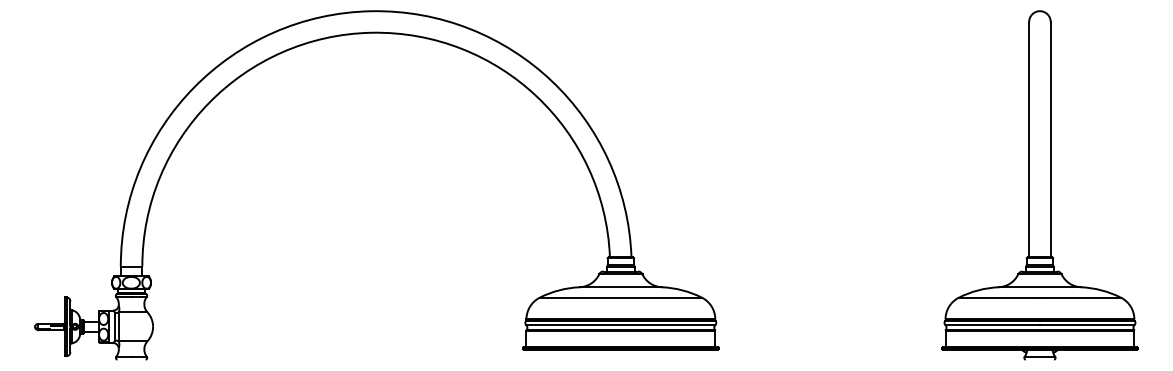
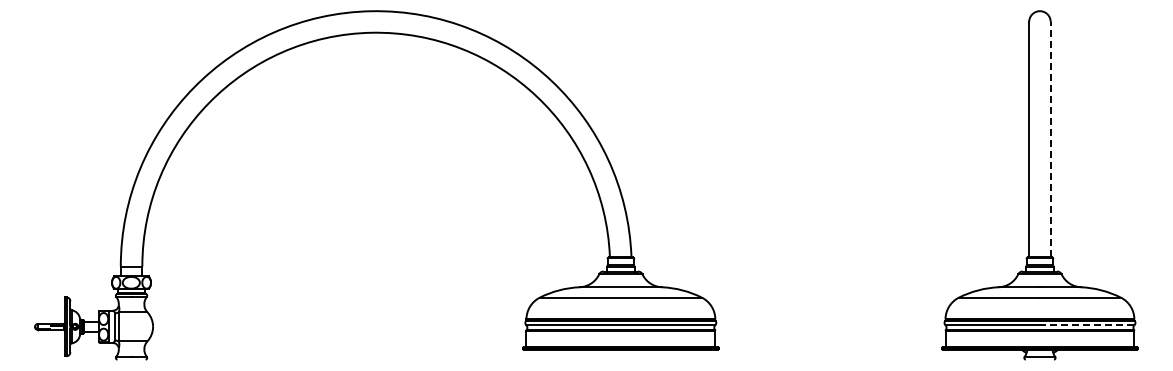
line at (1050, 139): solid -> dashed
line at (1086, 325): solid -> dashed
